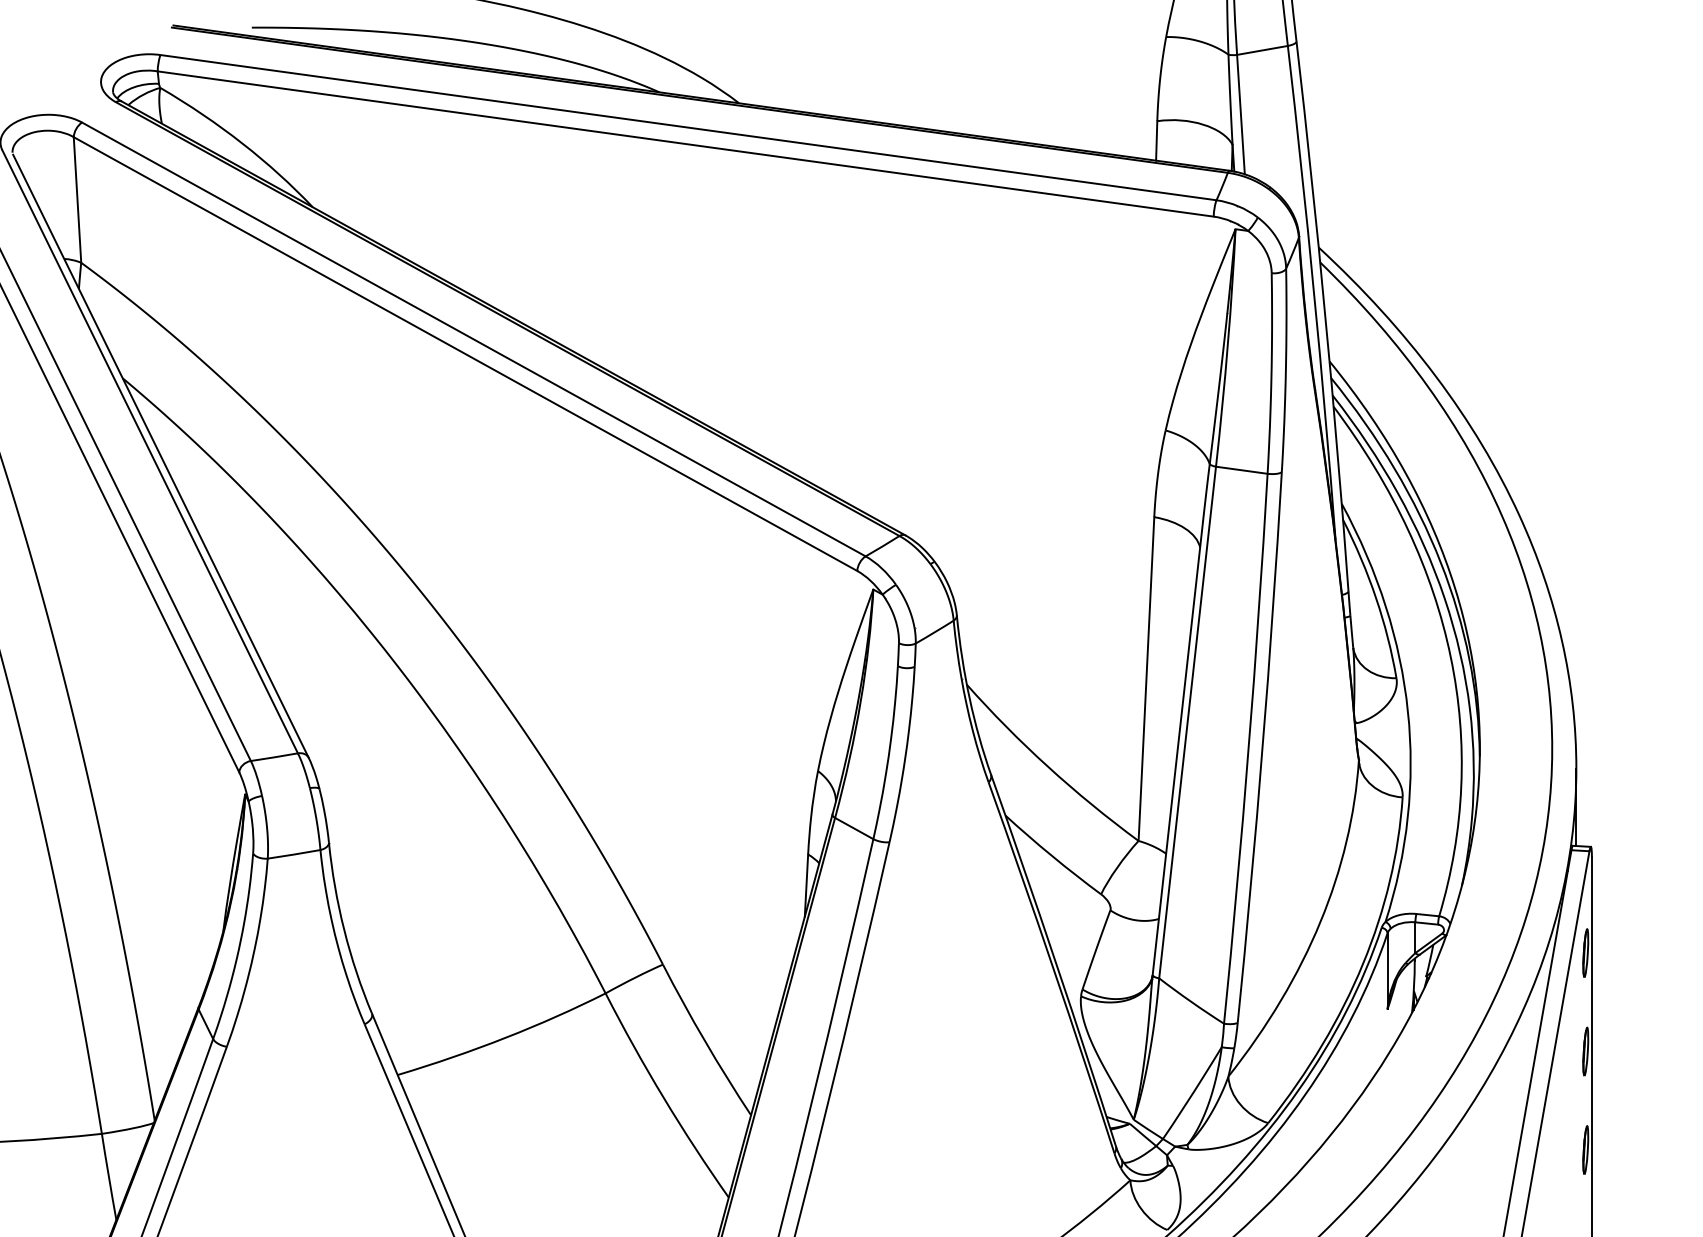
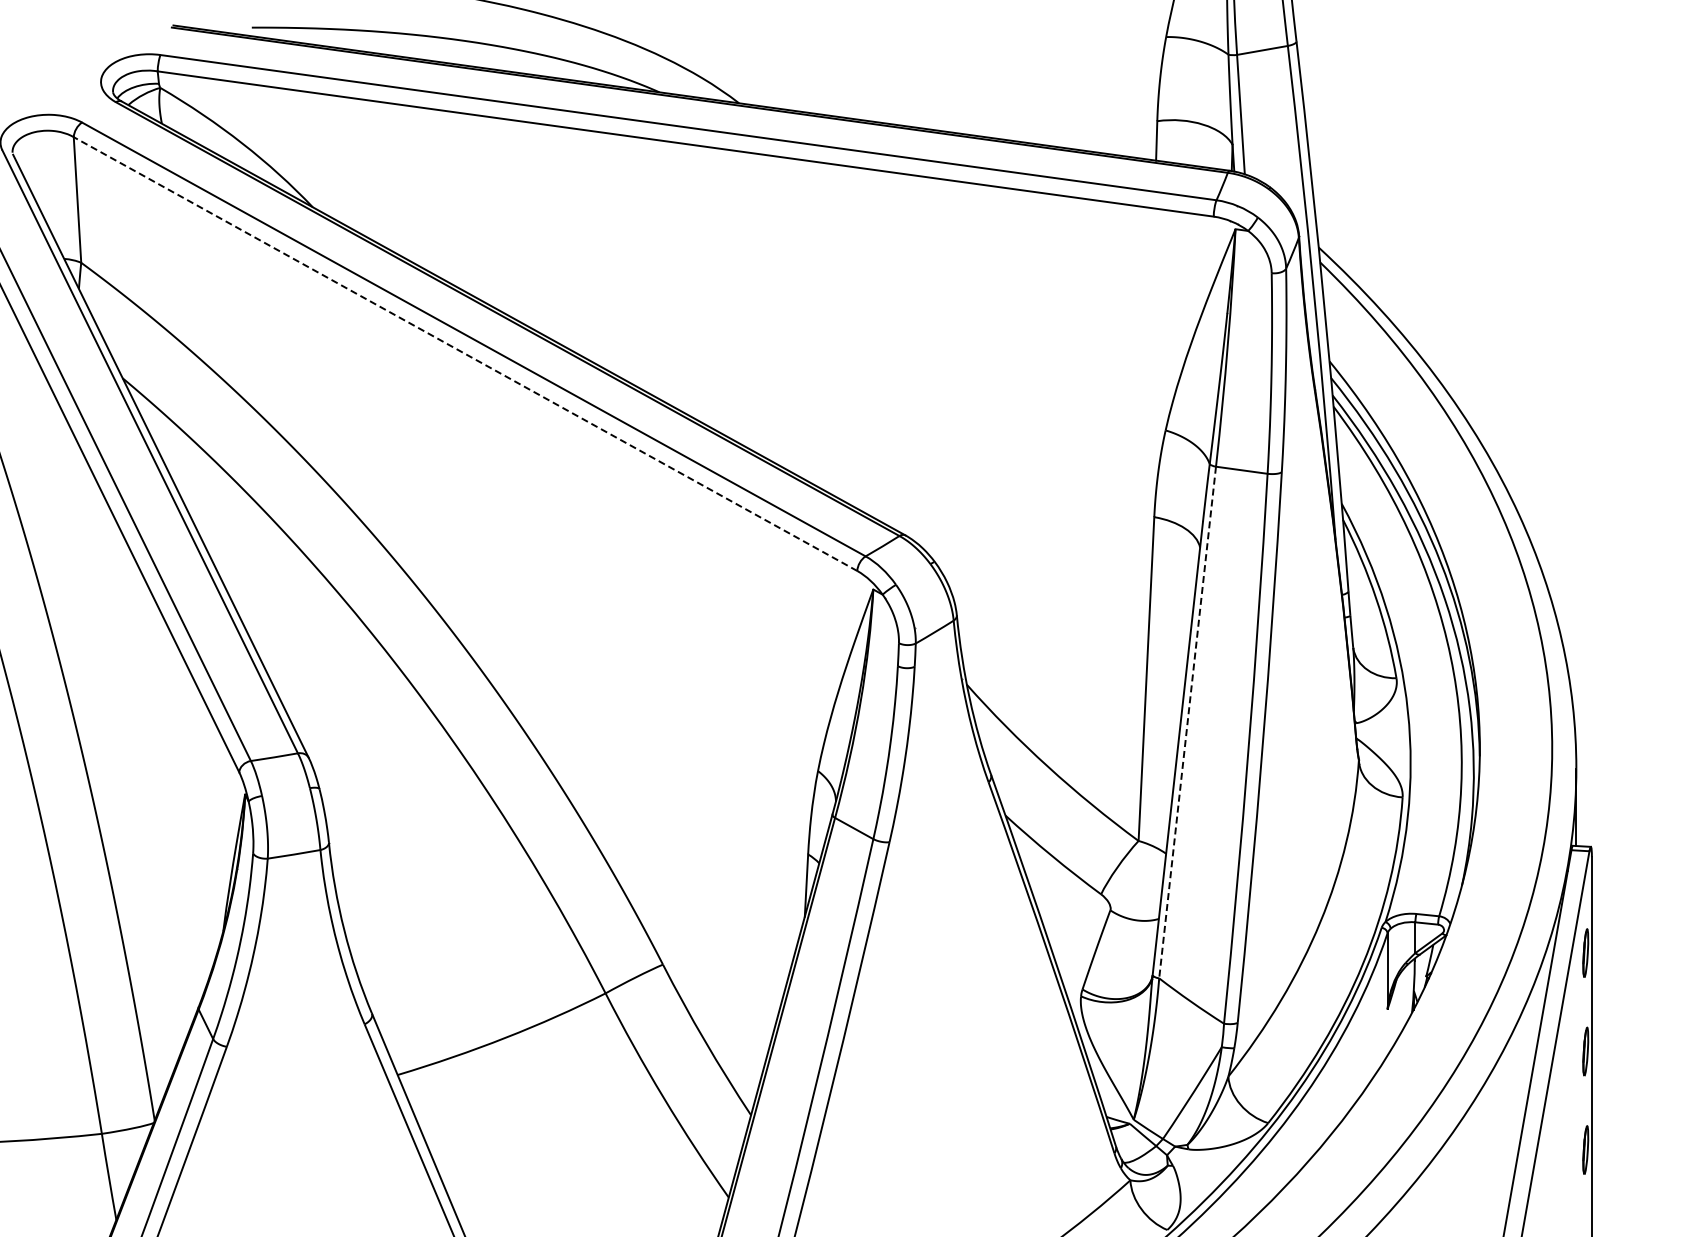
line at (465, 354): solid -> dashed
line at (1187, 723): solid -> dashed
